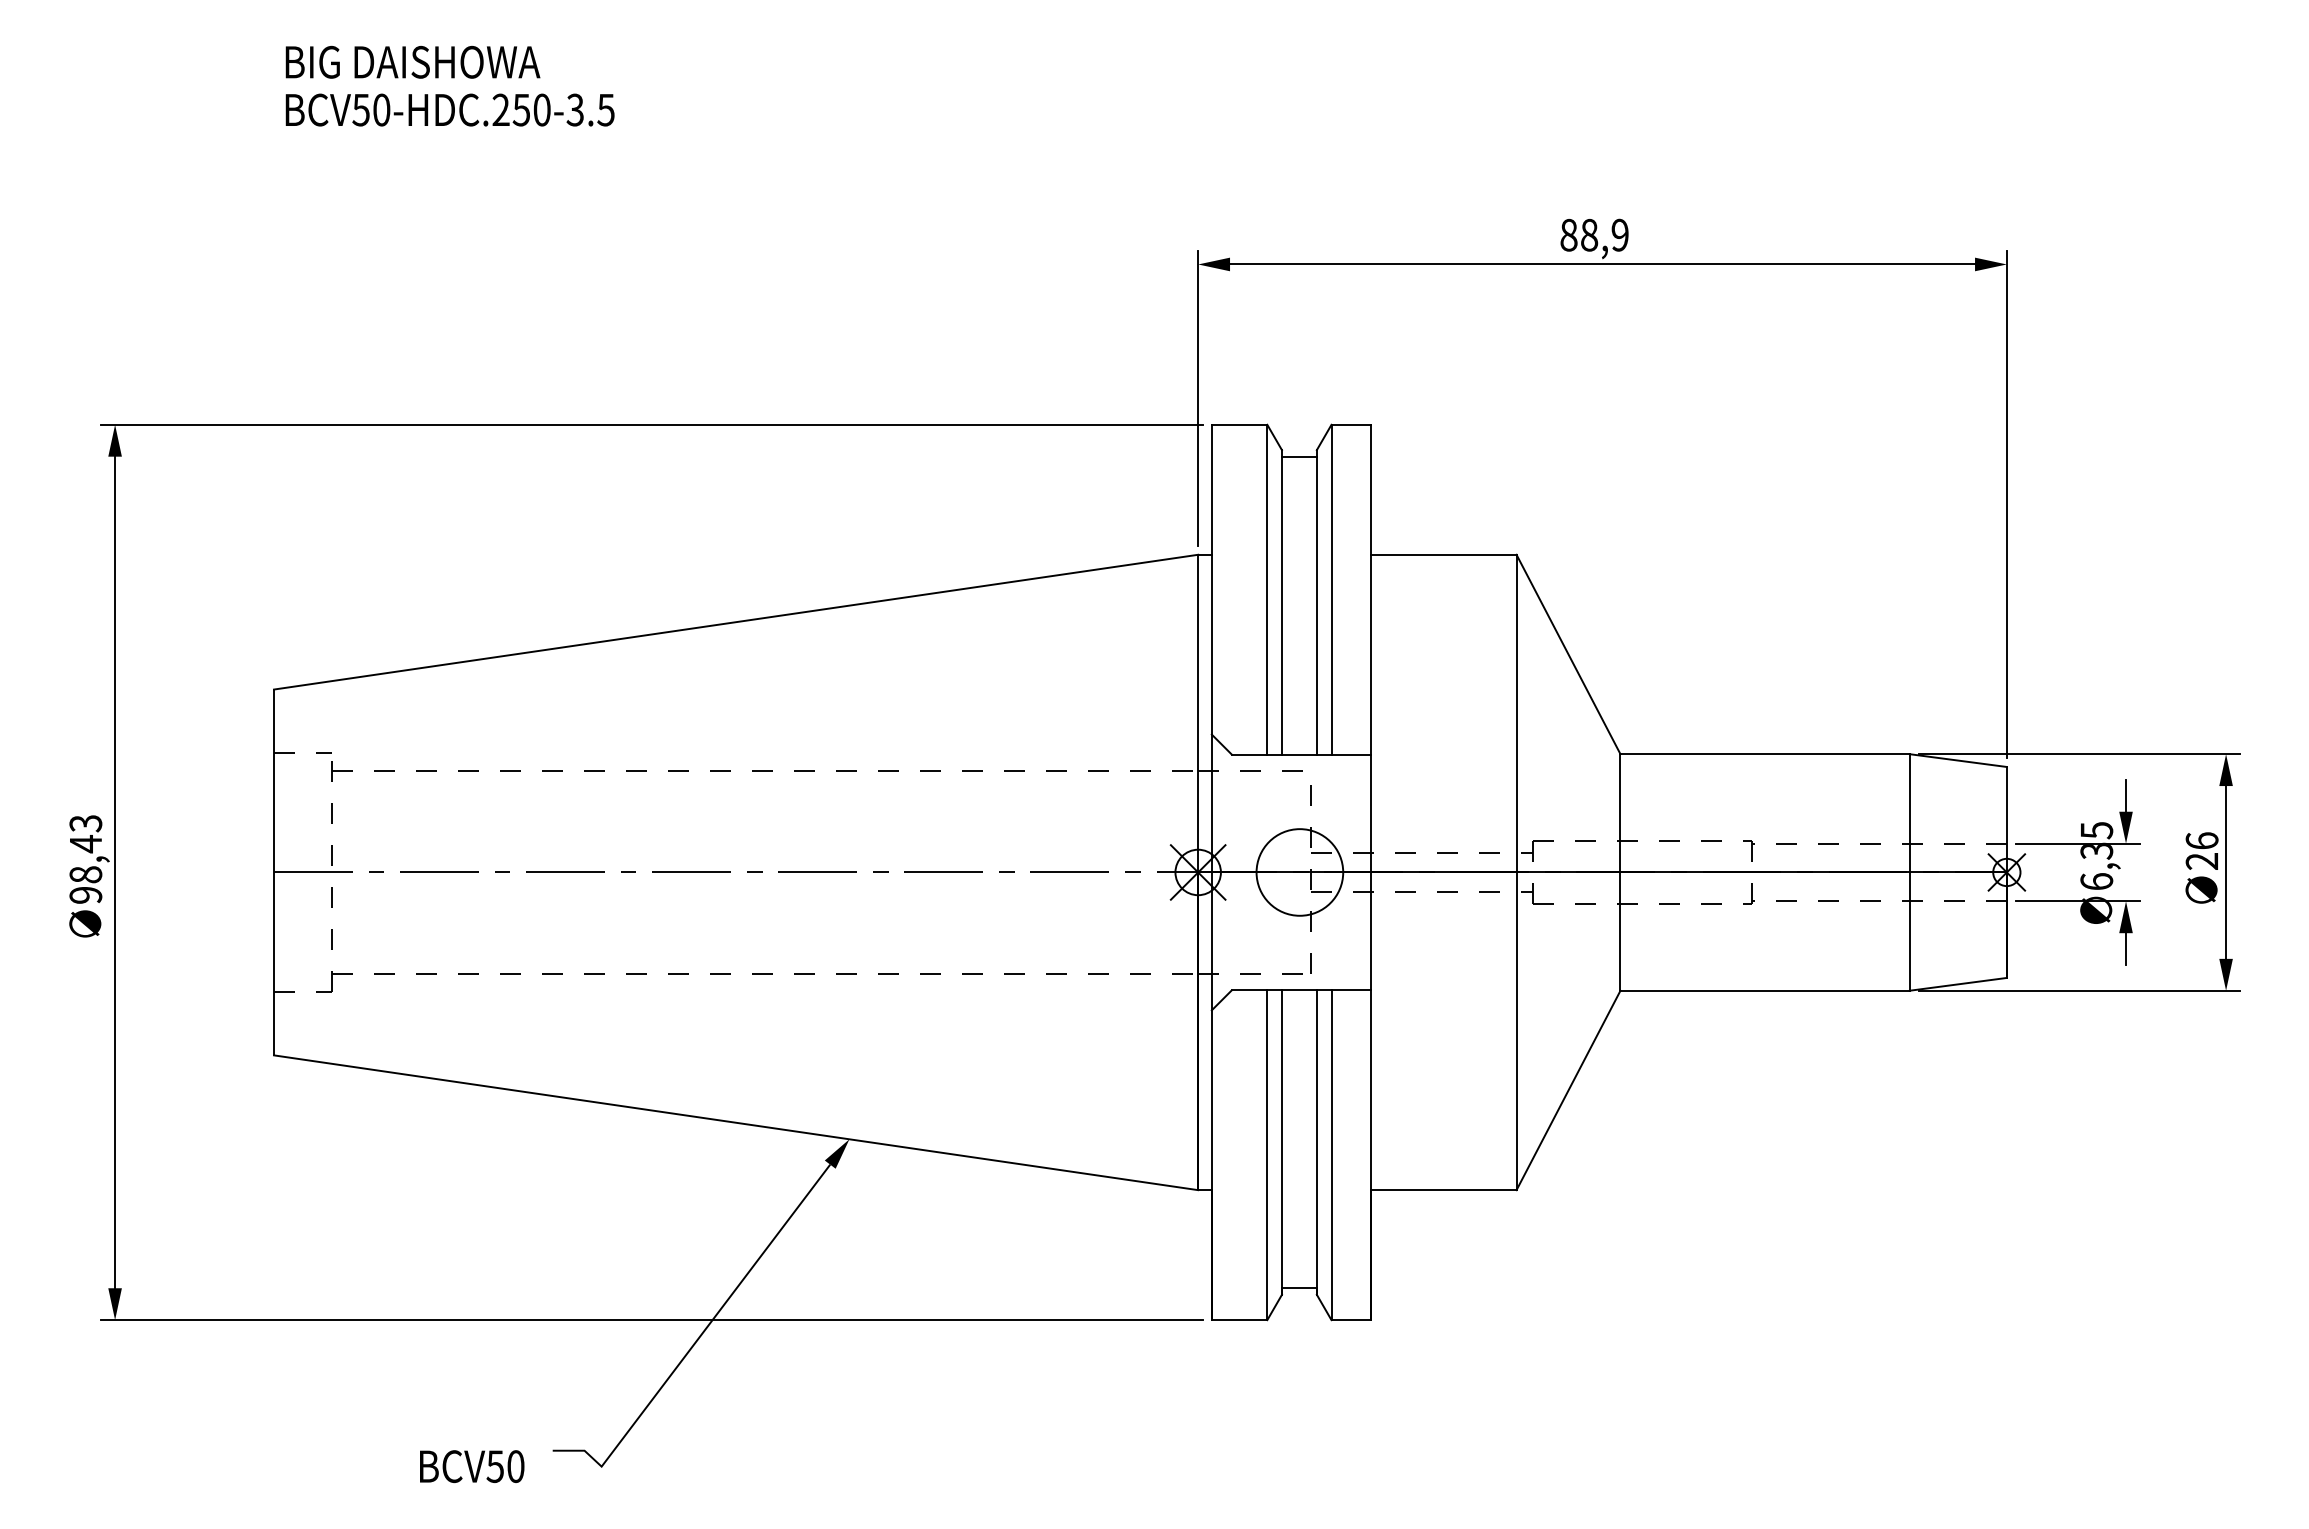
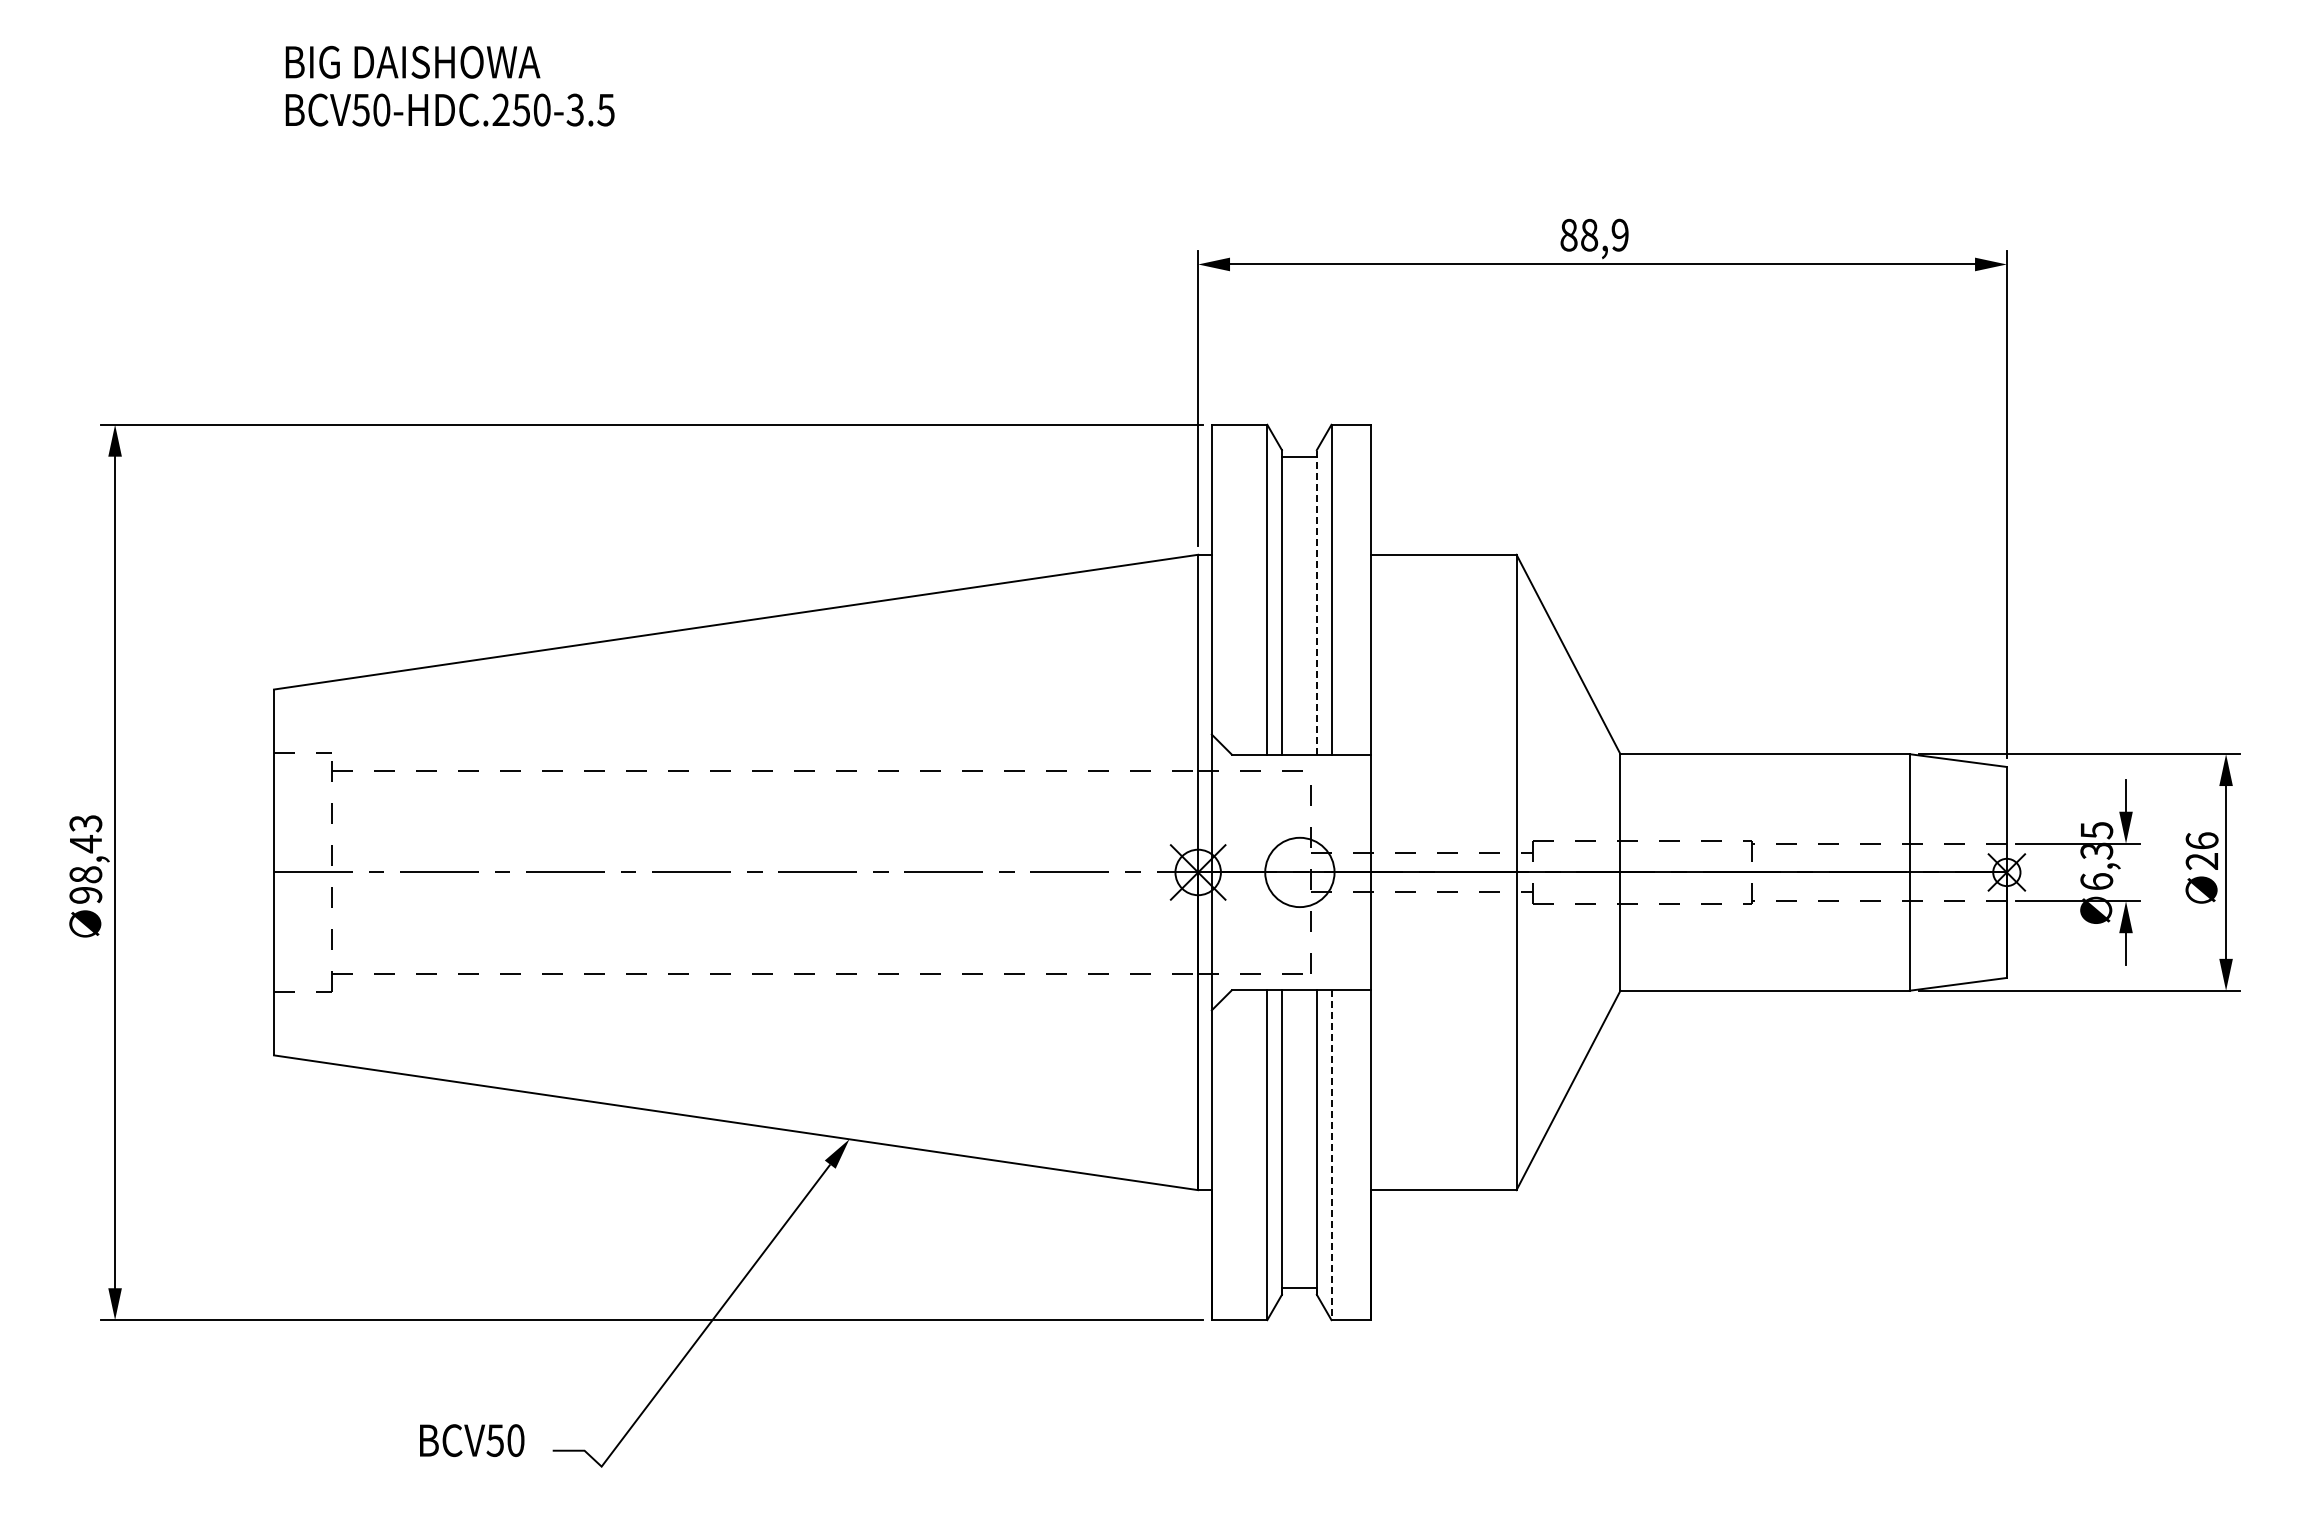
line at (1316, 601): solid -> dashed
circle at (1299, 872) diameter: 87 px -> 69 px
line at (1331, 1155): solid -> dashed
text at (472, 1466) position: (472, 1466) -> (472, 1440)
